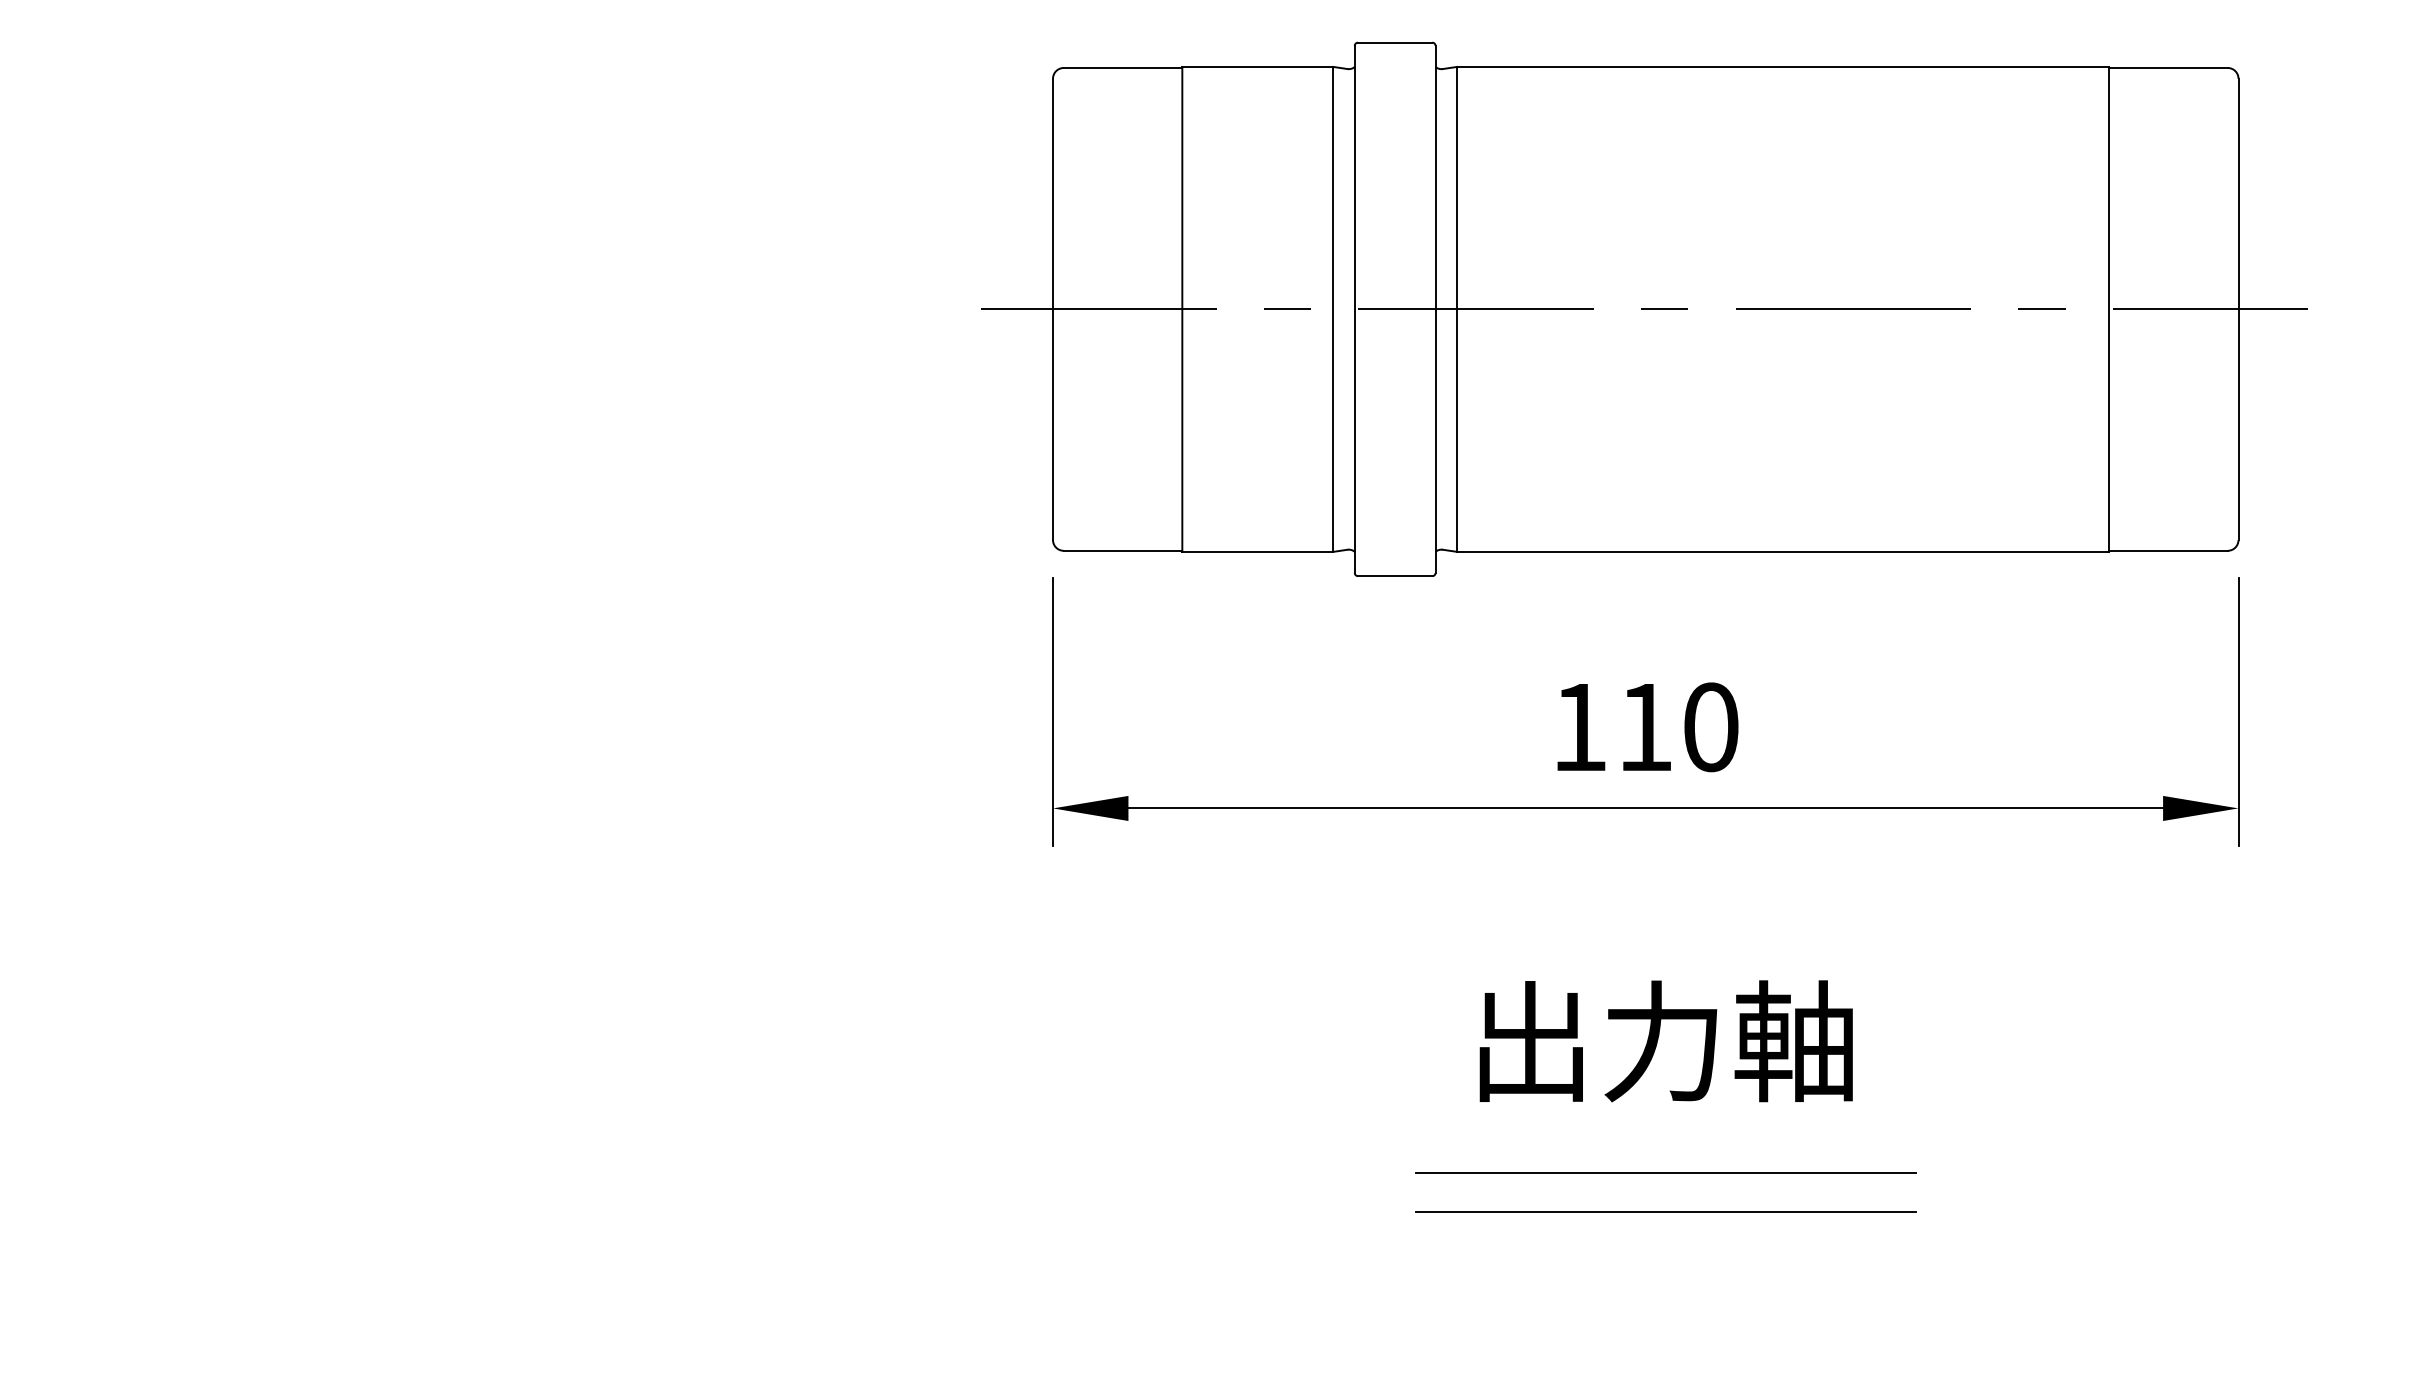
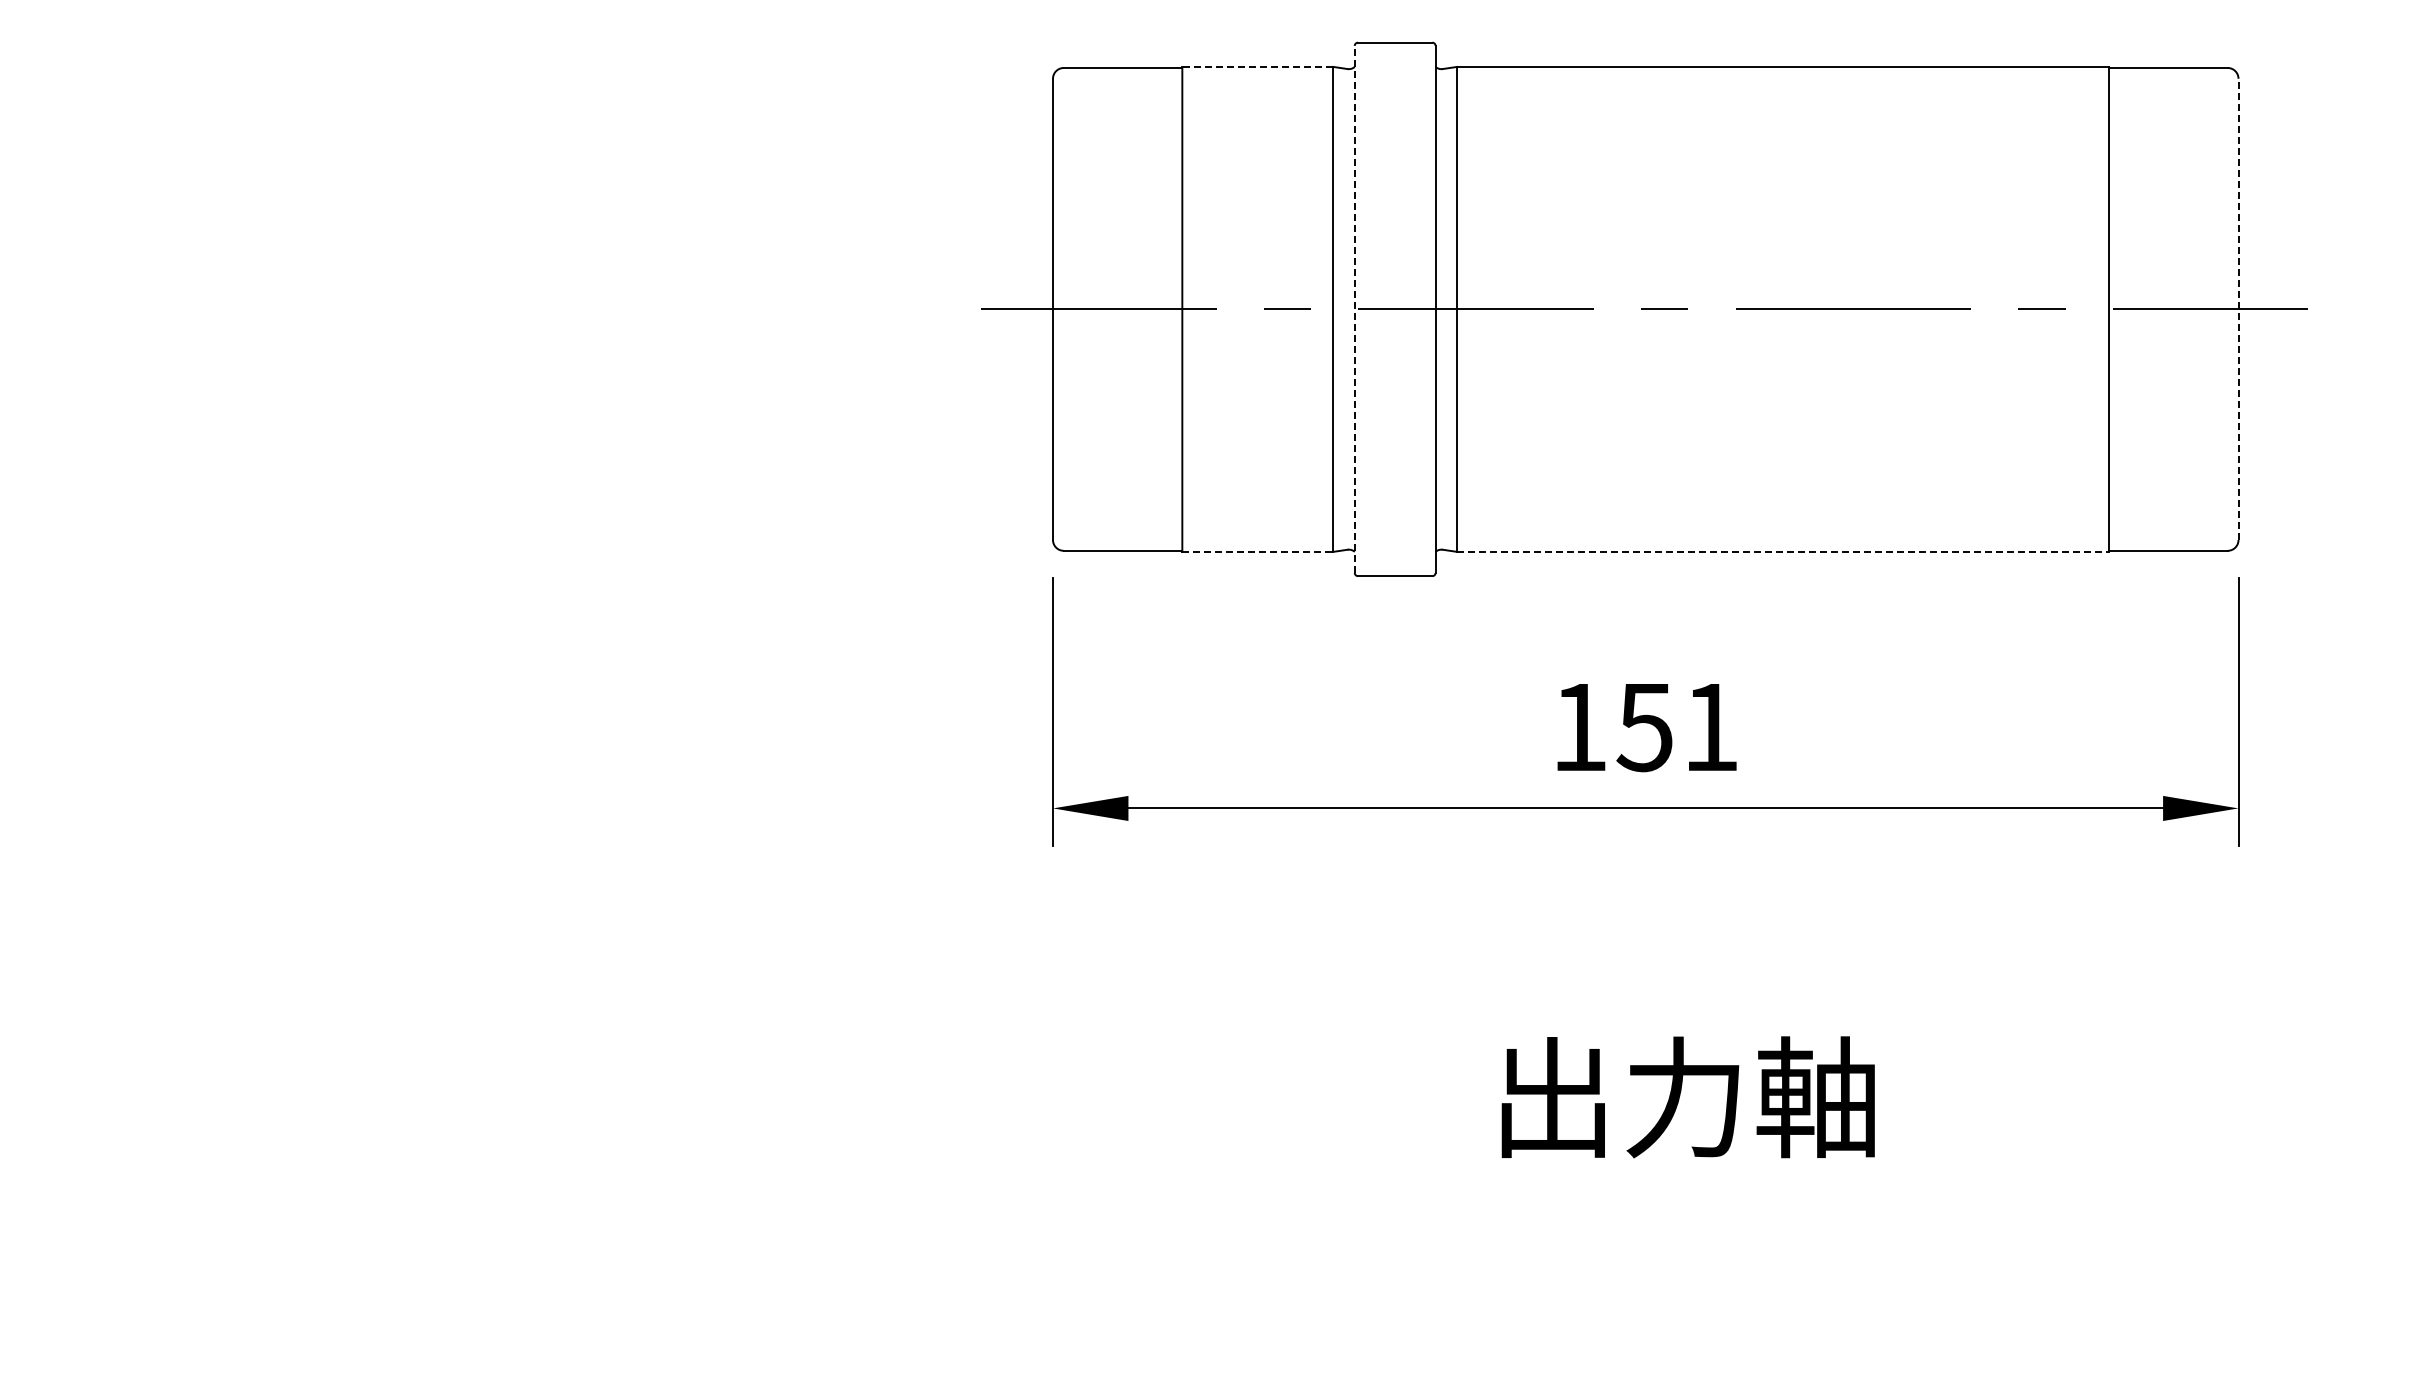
line at (1257, 66): solid -> dashed
line at (1354, 309): solid -> dashed
line at (2238, 309): solid -> dashed
line at (1258, 551): solid -> dashed
line at (1783, 551): solid -> dashed
text at (1677, 727): 110 -> 151
text at (1665, 1041) position: (1665, 1041) -> (1687, 1097)
line at (1666, 1173): present -> none
line at (1666, 1211): present -> none
